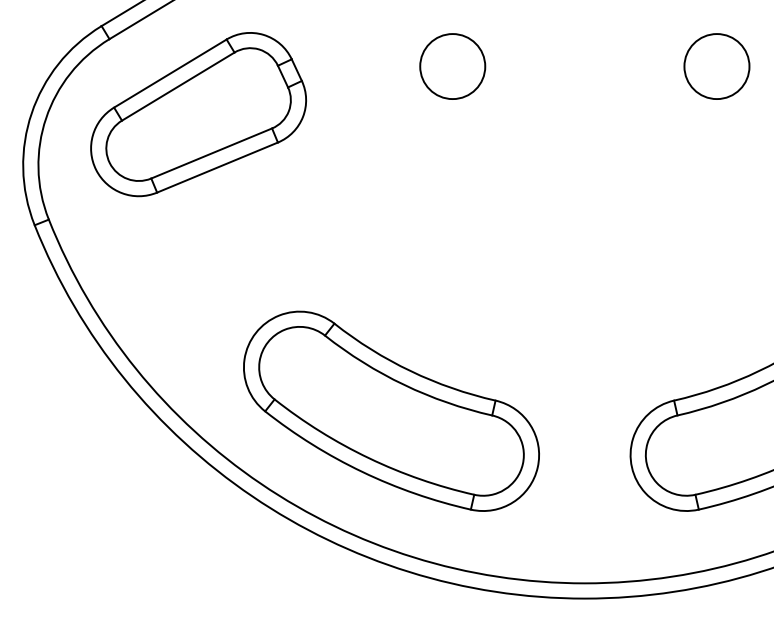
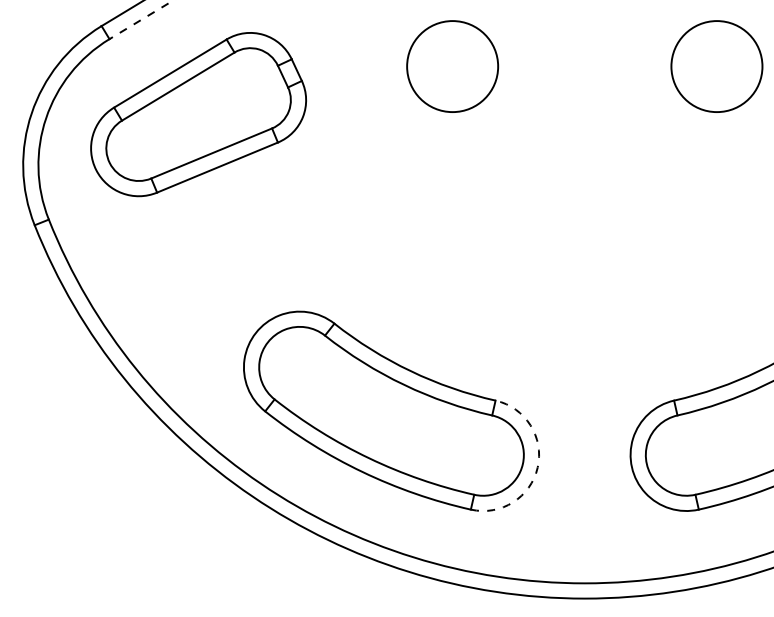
line at (141, 20): solid -> dashed
circle at (452, 66) size: 68x67 px -> 94x93 px
circle at (716, 66) size: 68x67 px -> 94x93 px
arc at (537, 467): solid -> dashed
